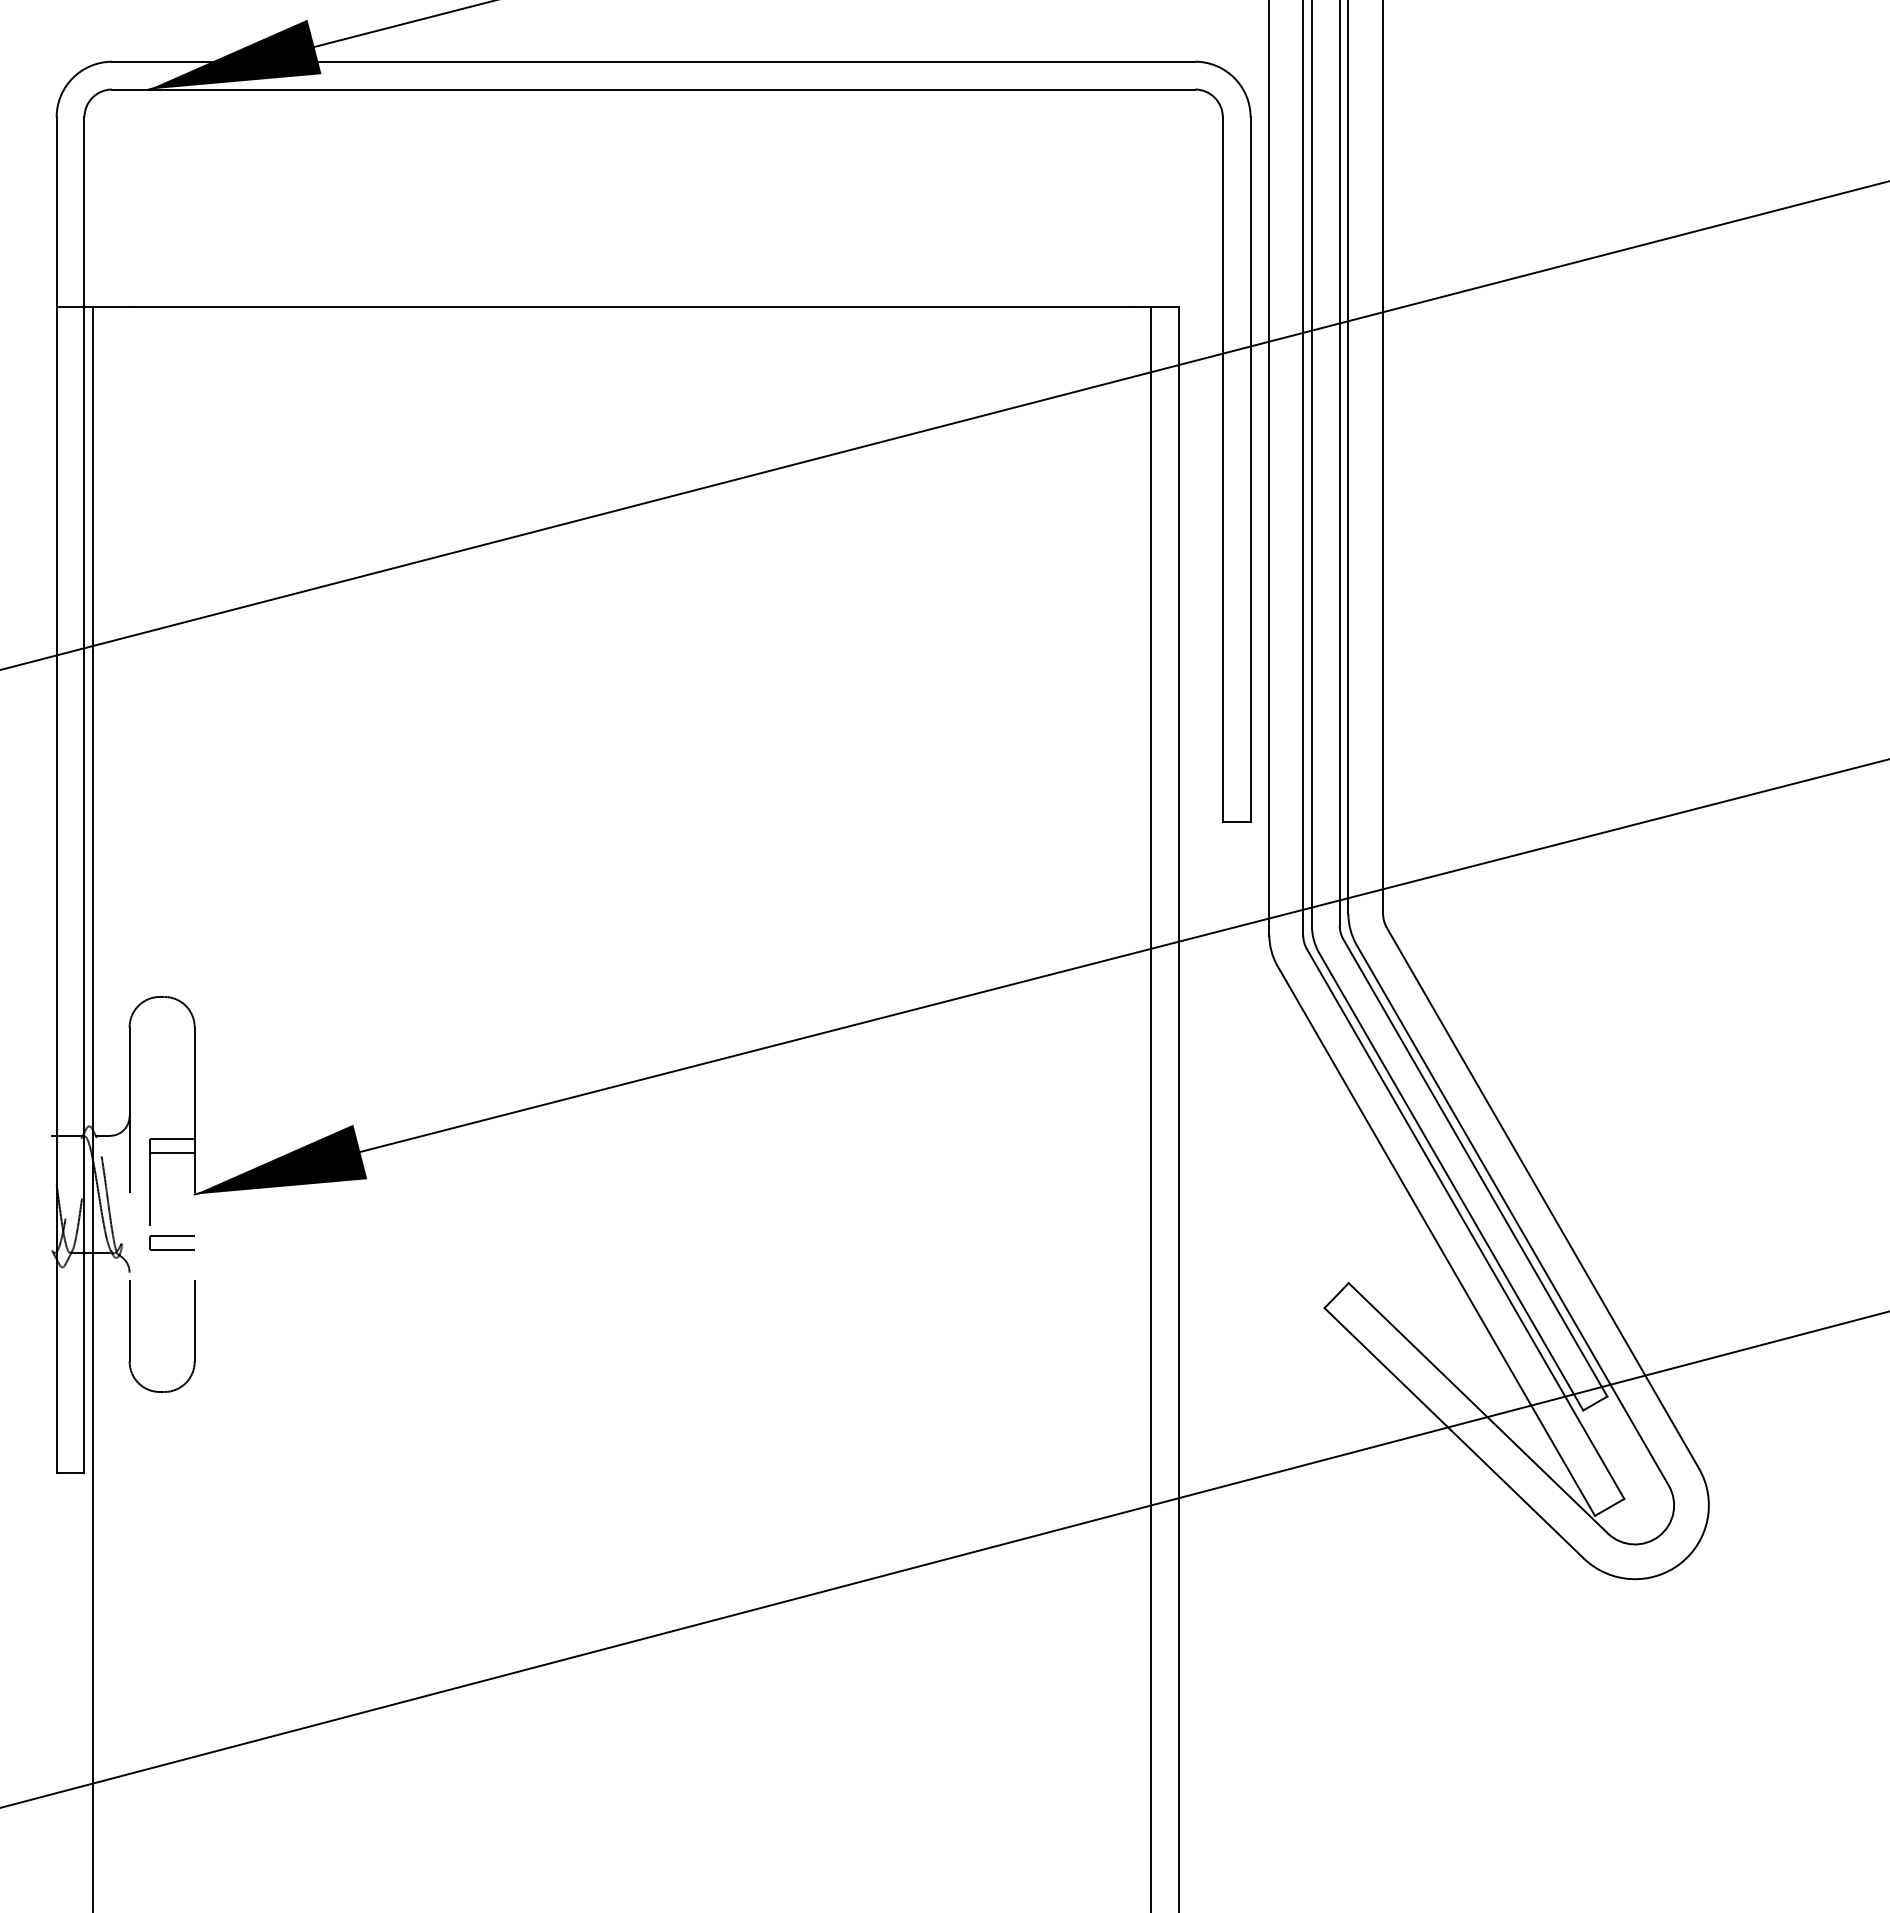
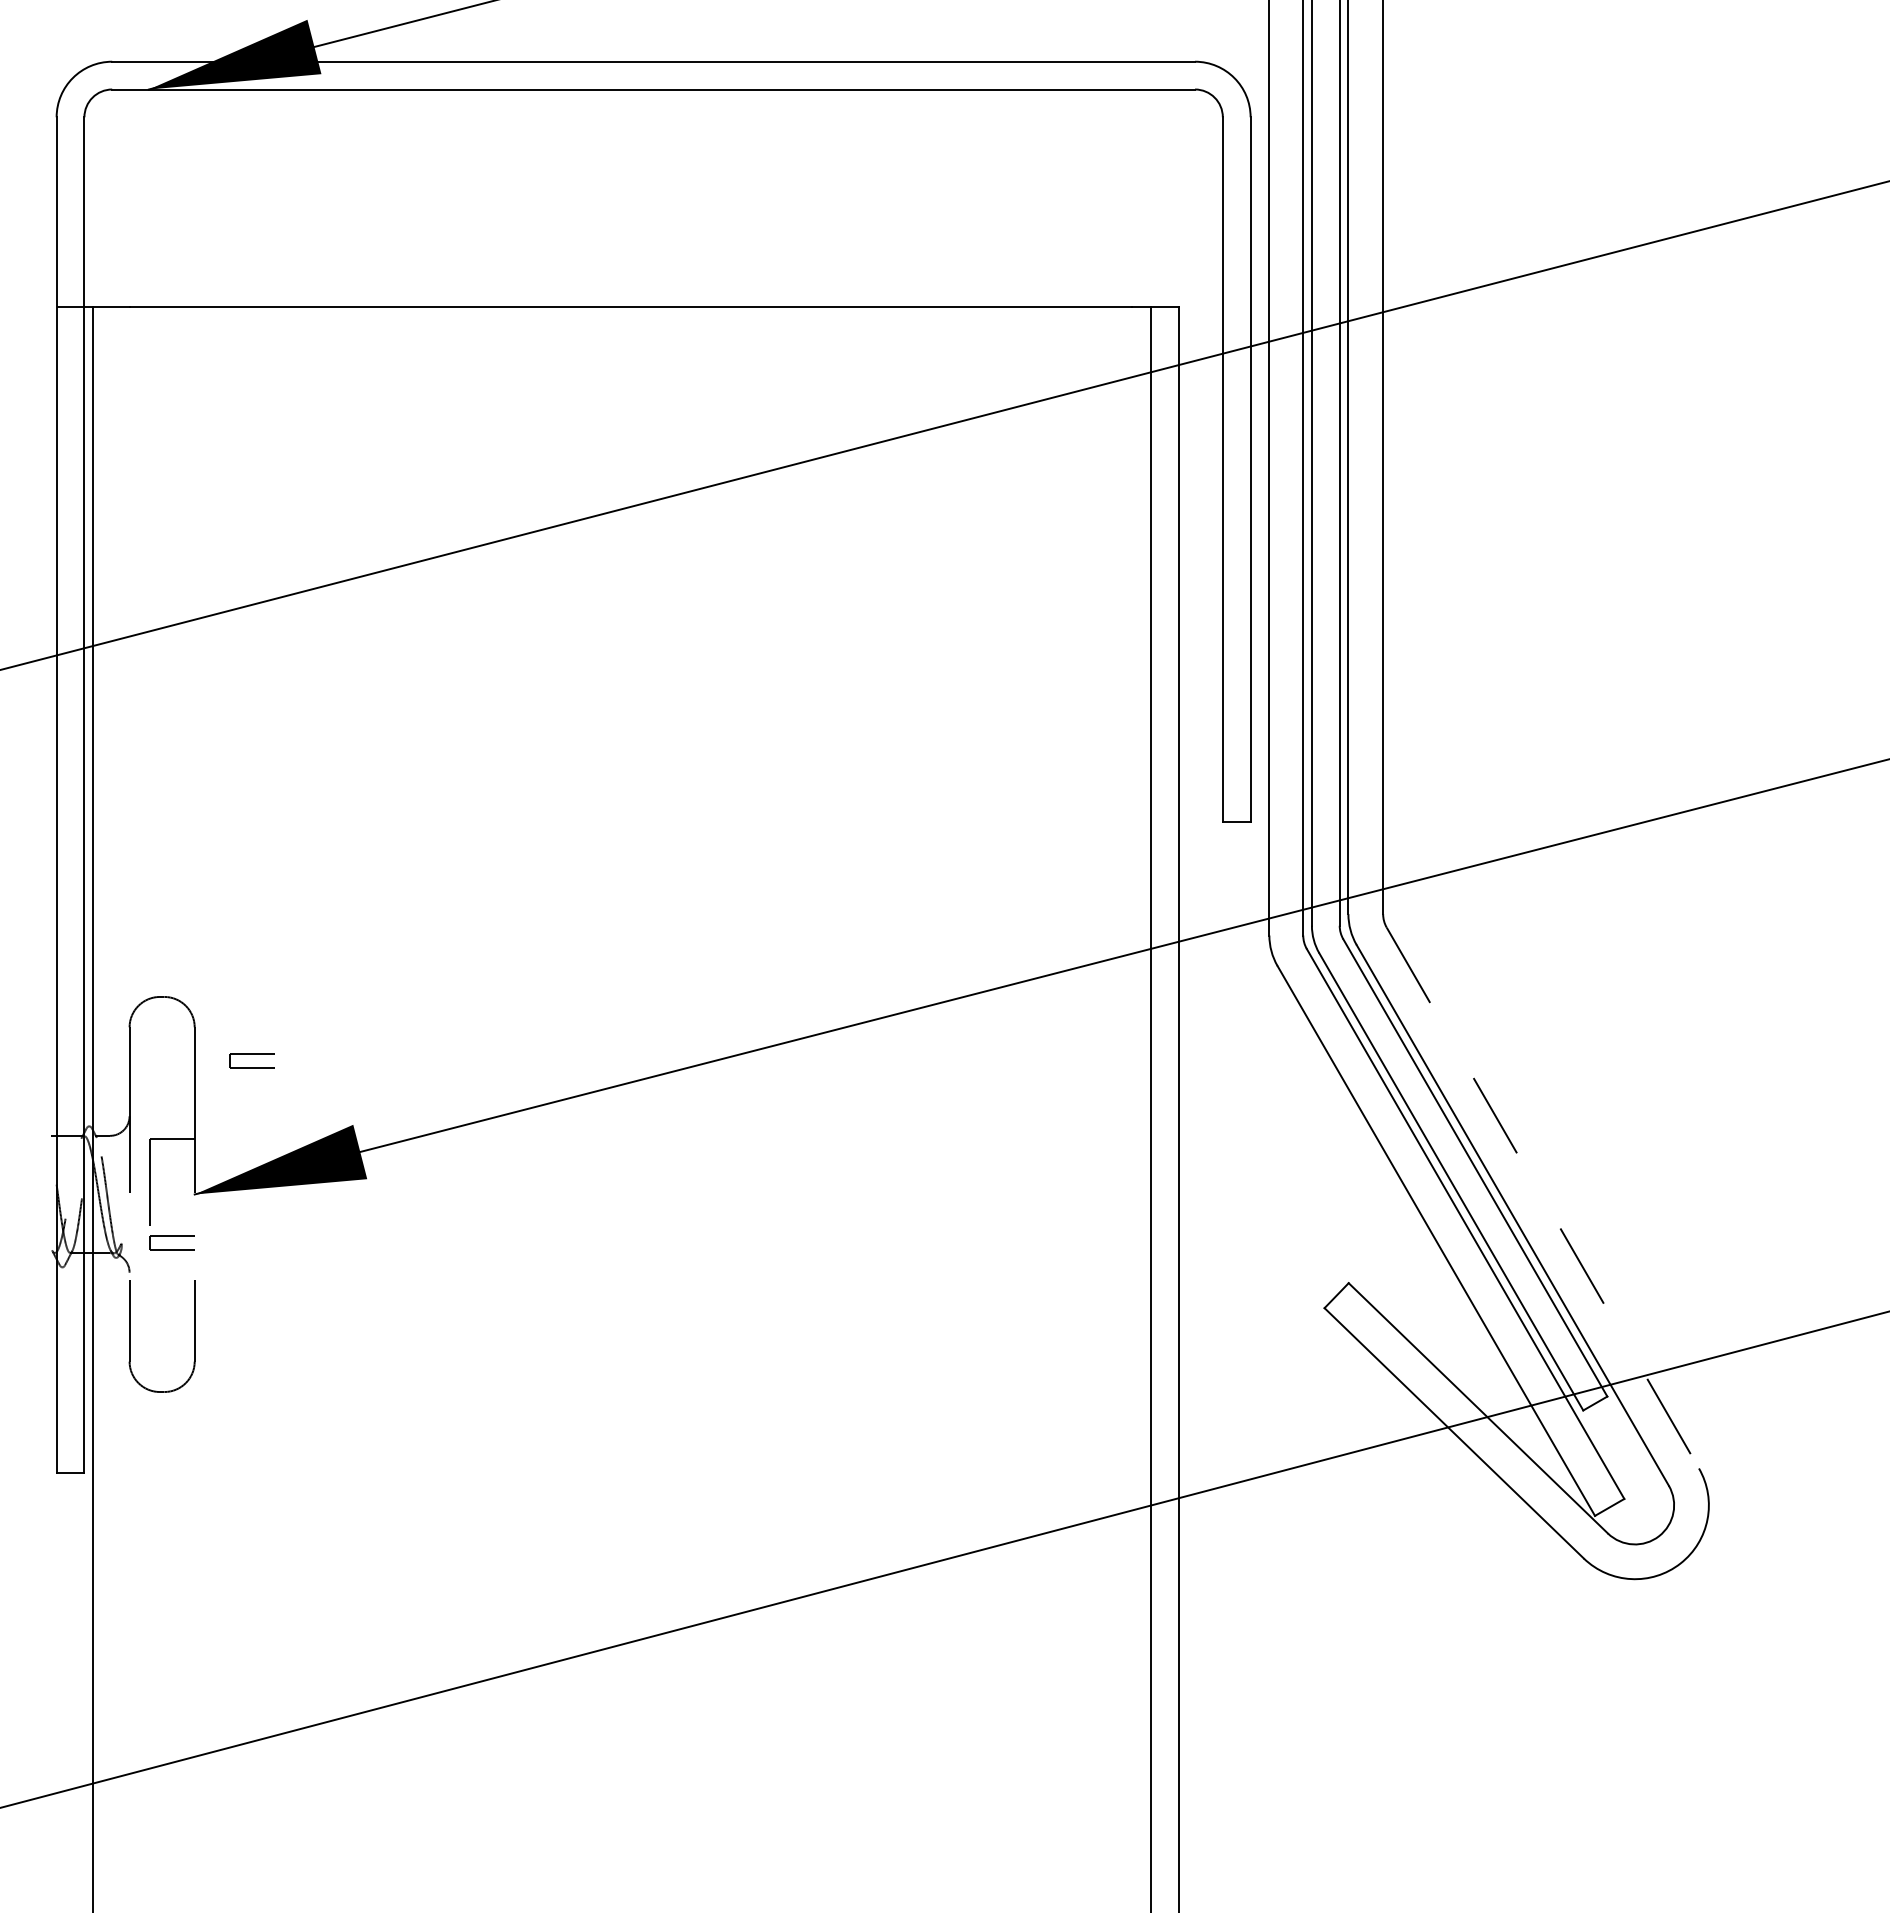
part at (251, 1060): none -> present
line at (171, 1152): present -> none
line at (1543, 1198): solid -> dashed
